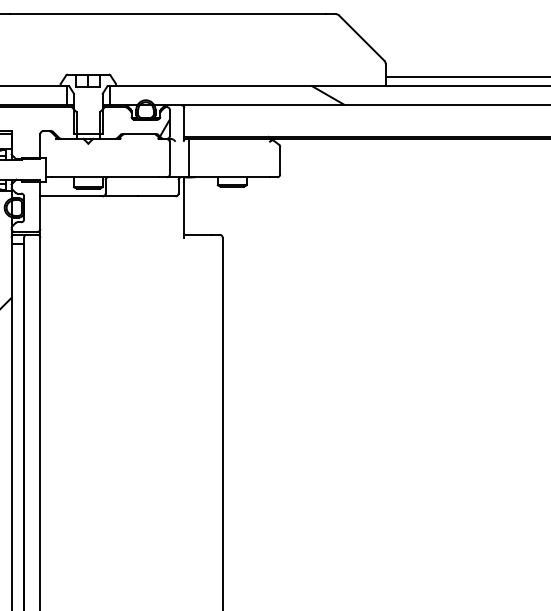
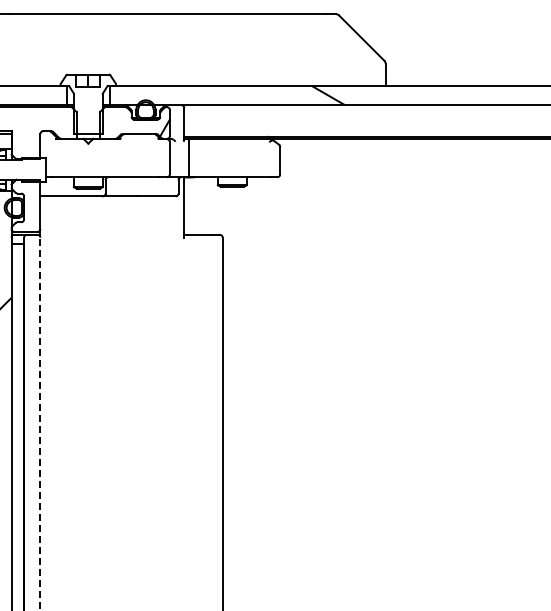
line at (466, 76): present -> none
line at (40, 423): solid -> dashed
